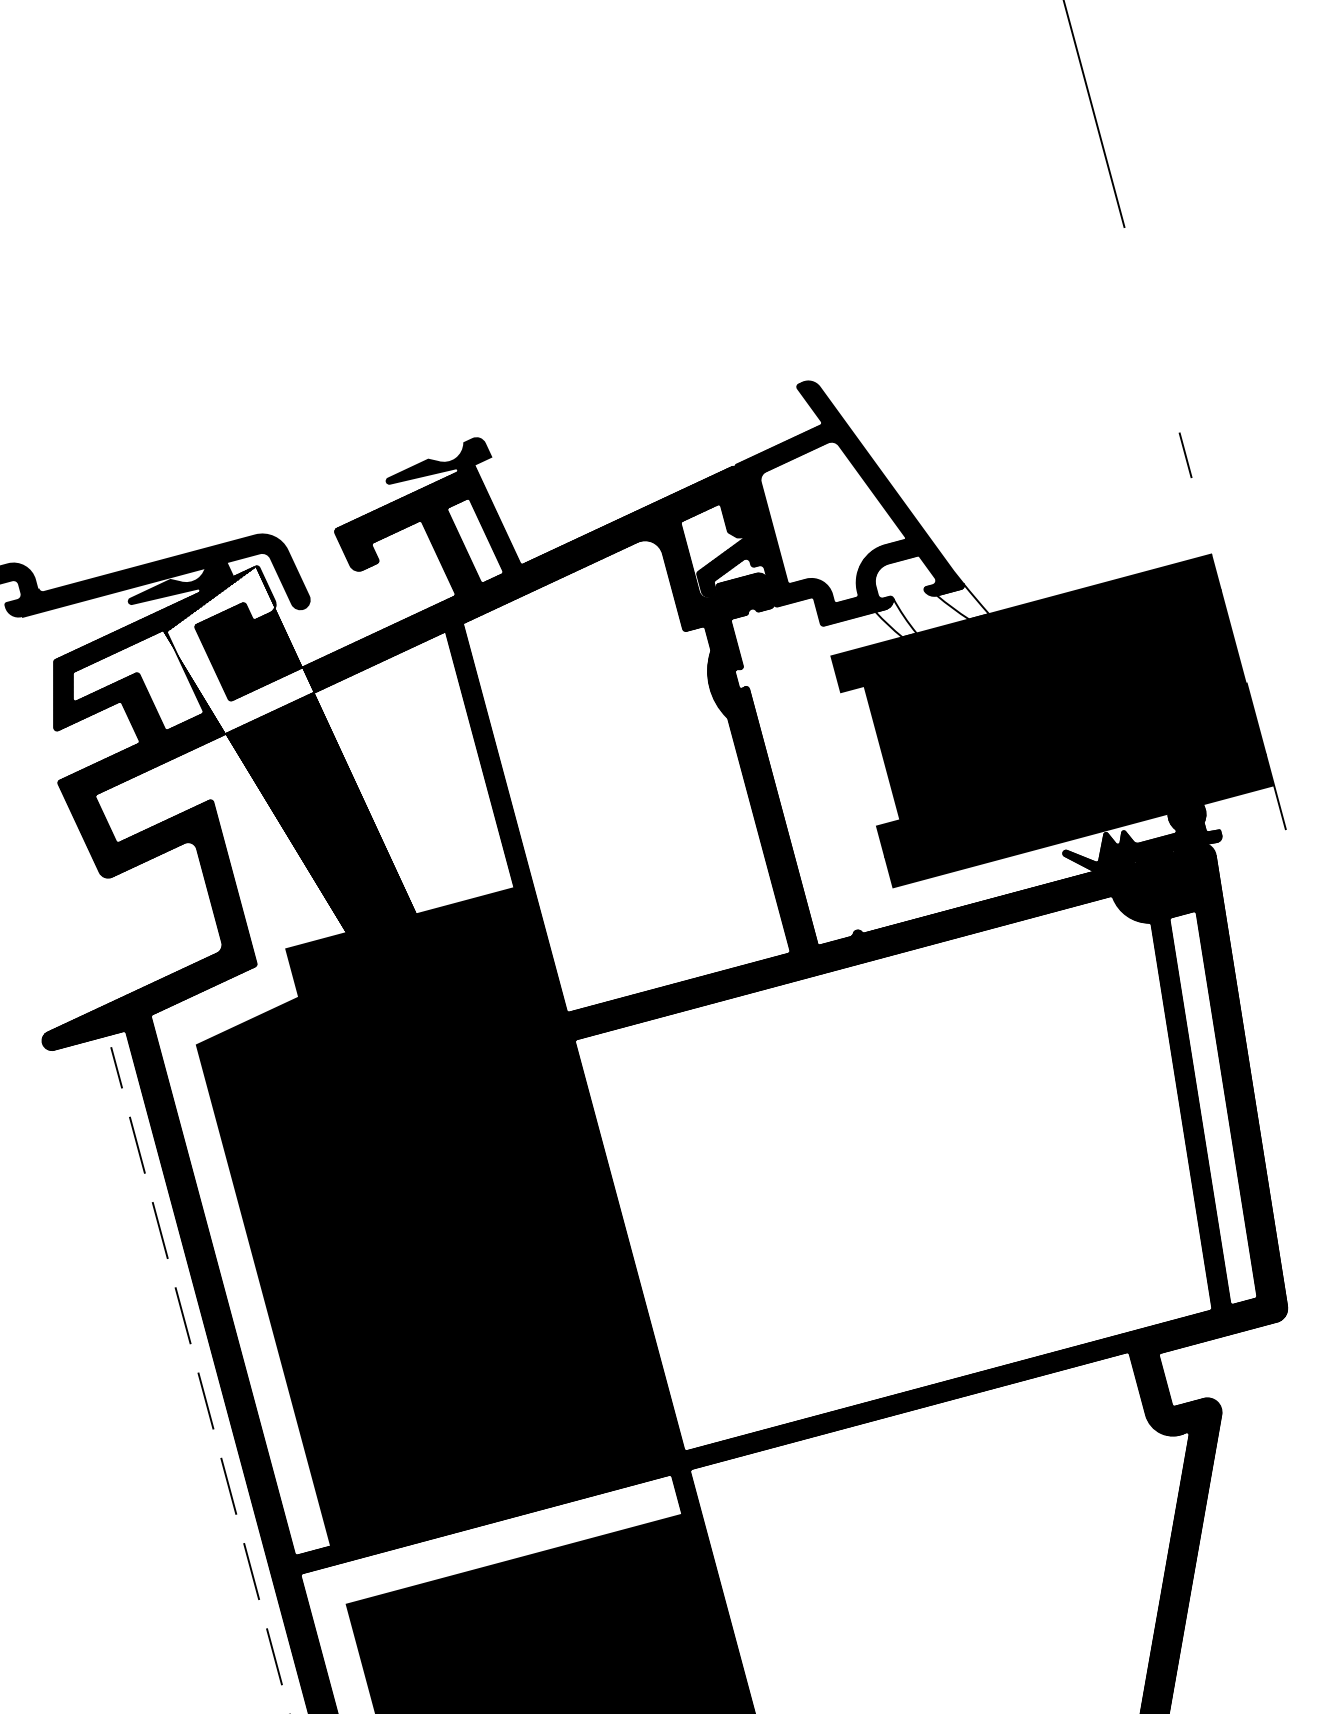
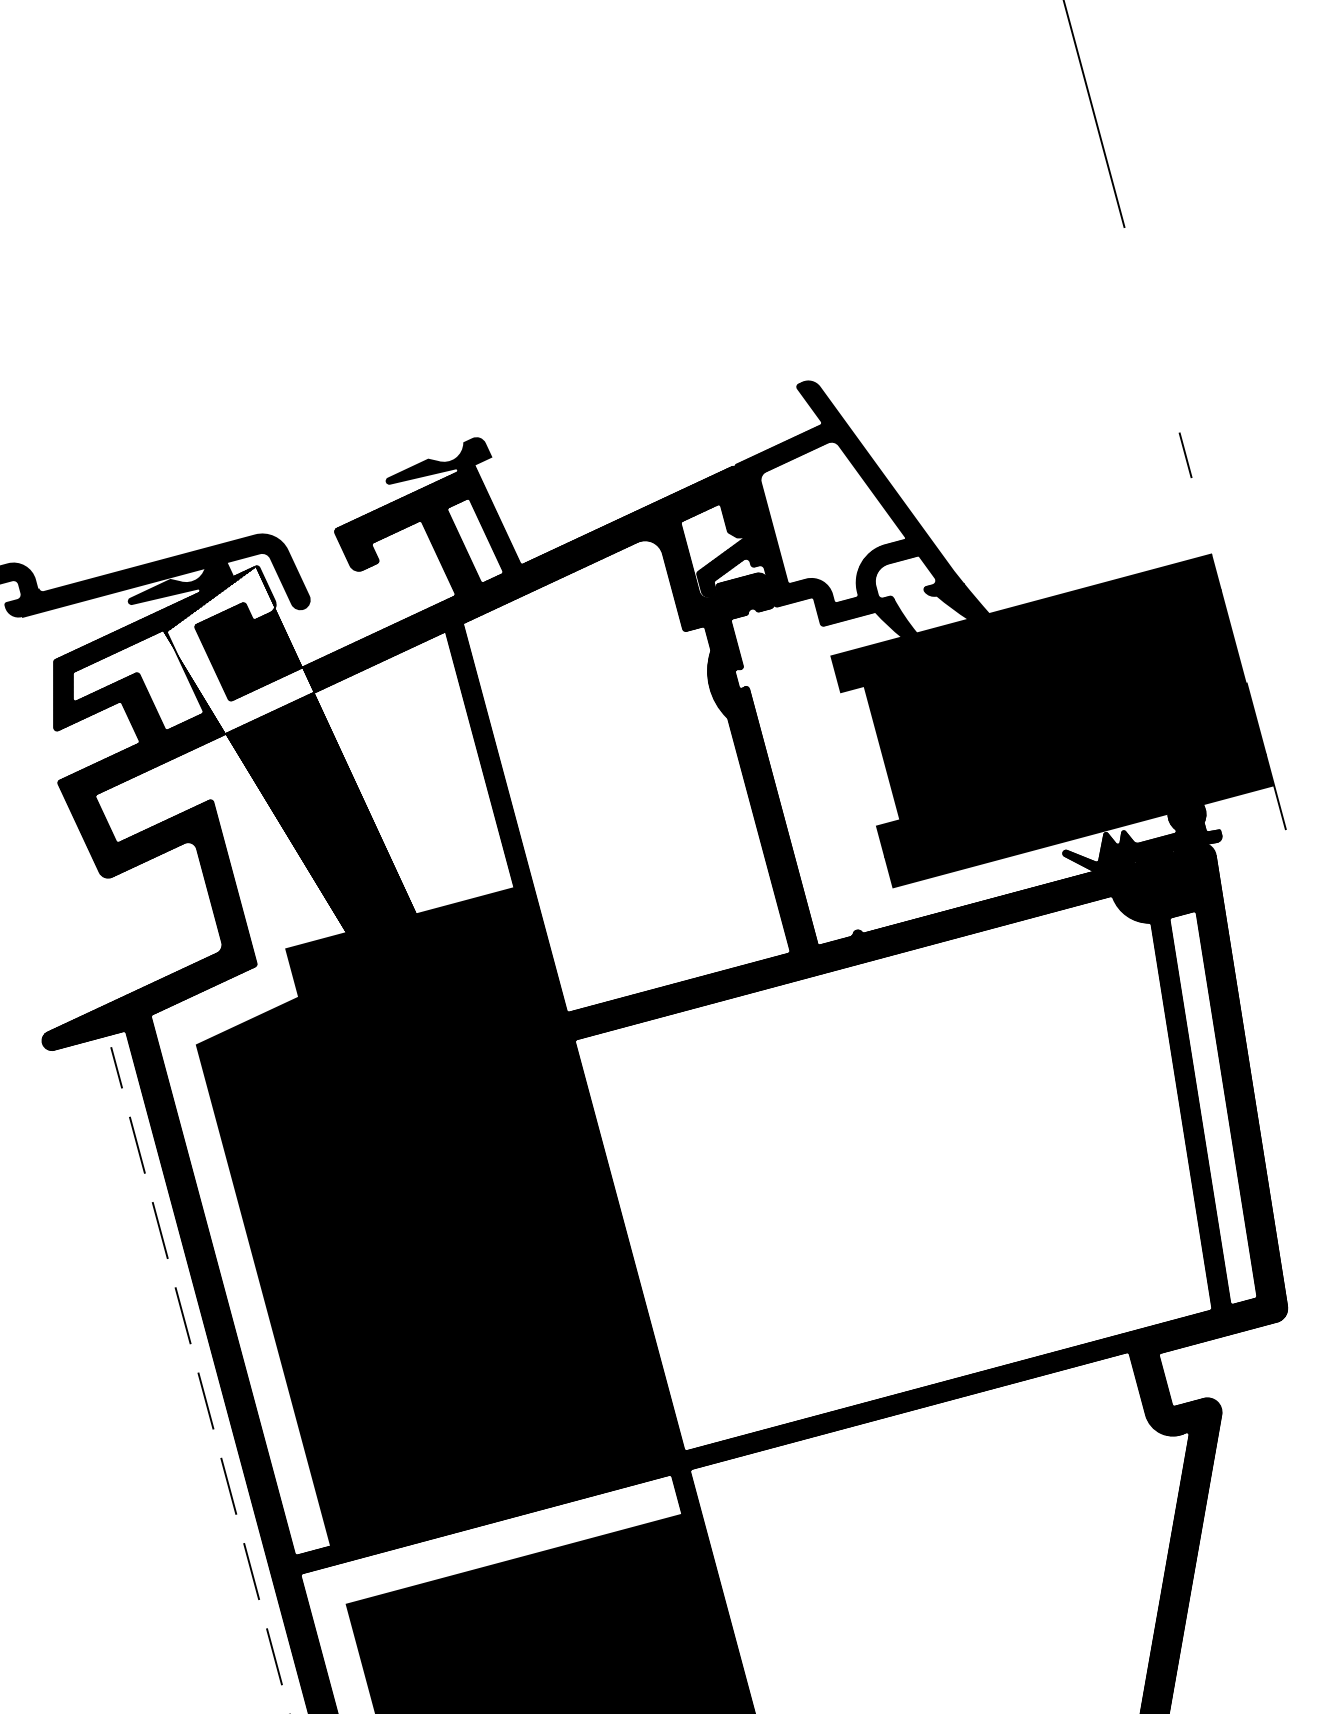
fill at (962, 601): none -> present
fill at (895, 617): none -> present
